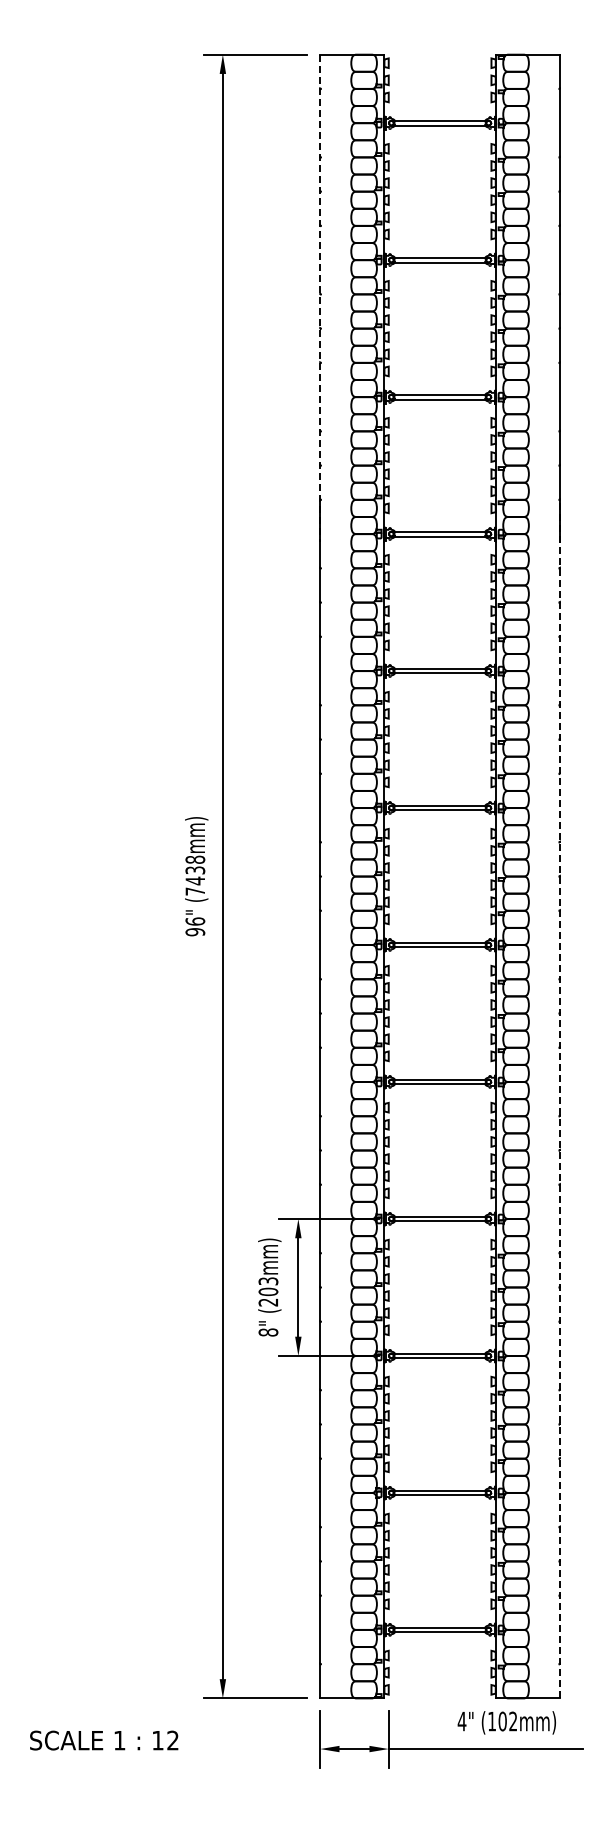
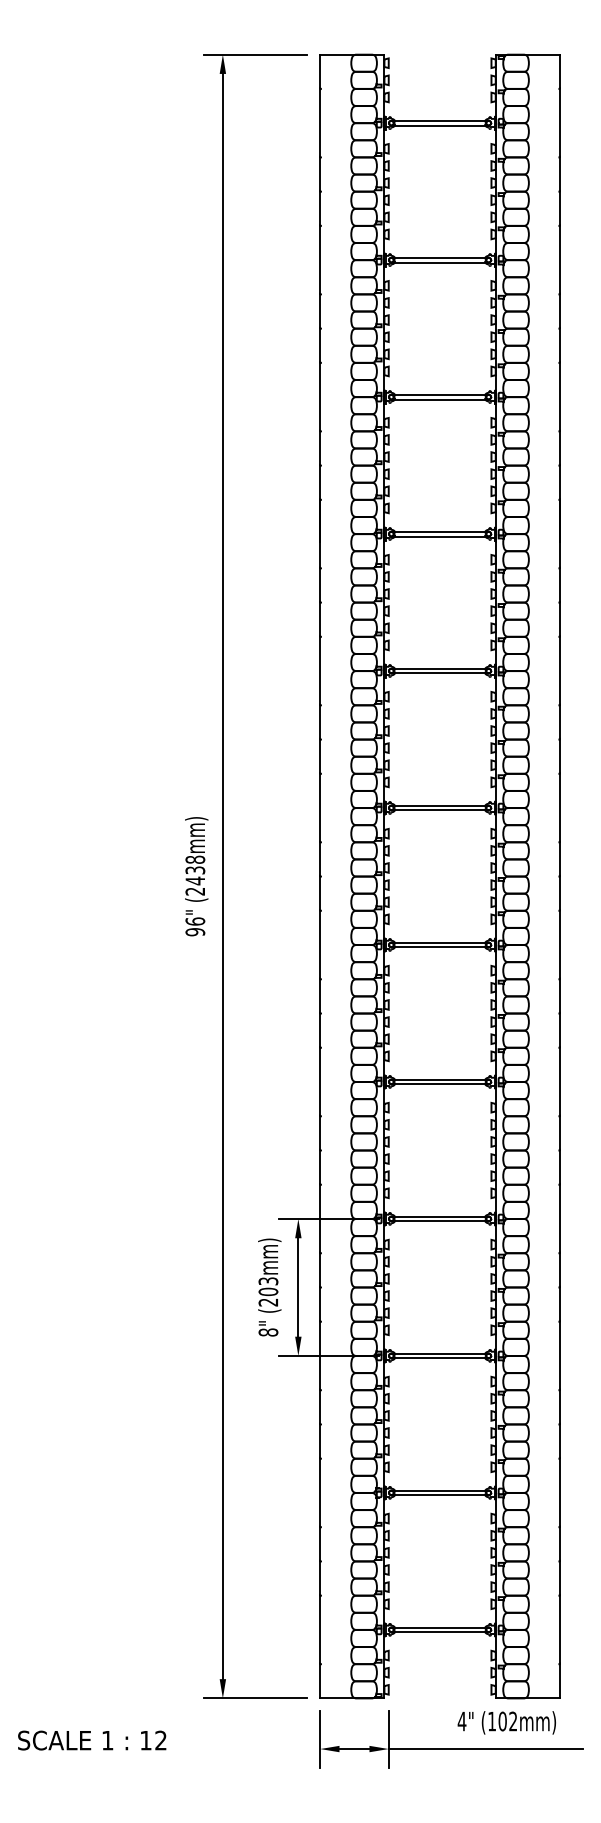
line at (320, 298): dashed -> solid
text at (194, 891): (7438mm) -> (2438mm)
line at (559, 1098): dashed -> solid
text at (104, 1740) position: (104, 1740) -> (92, 1740)
